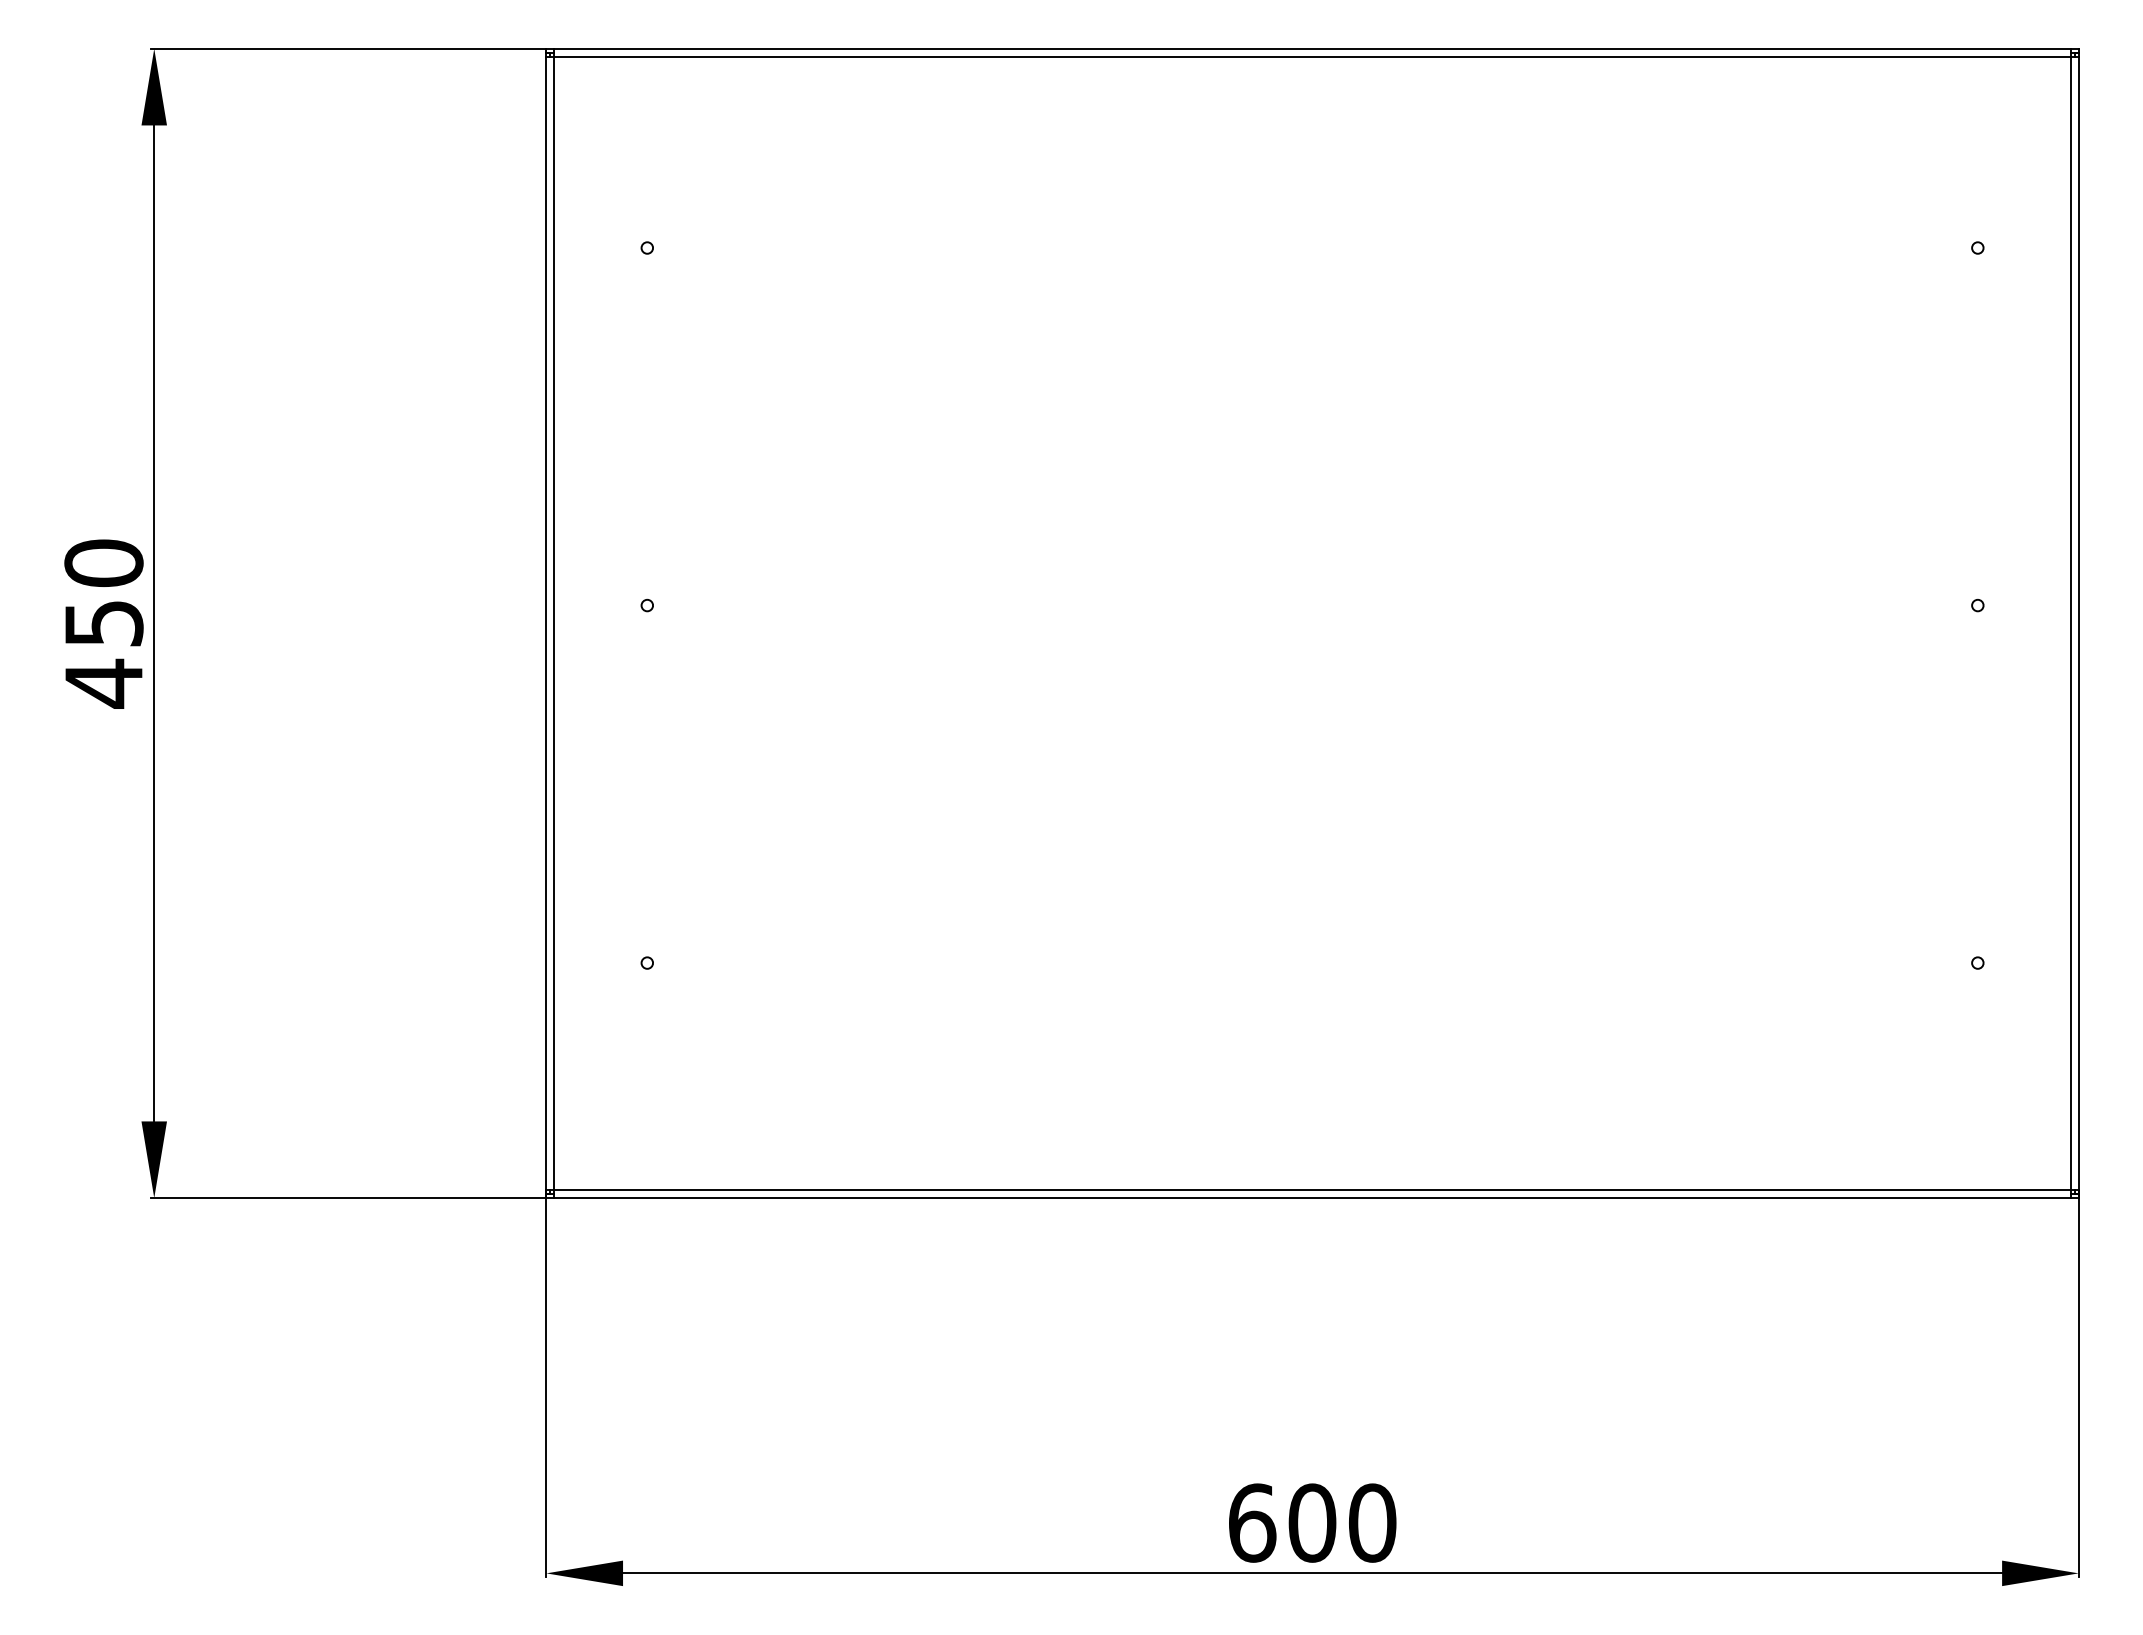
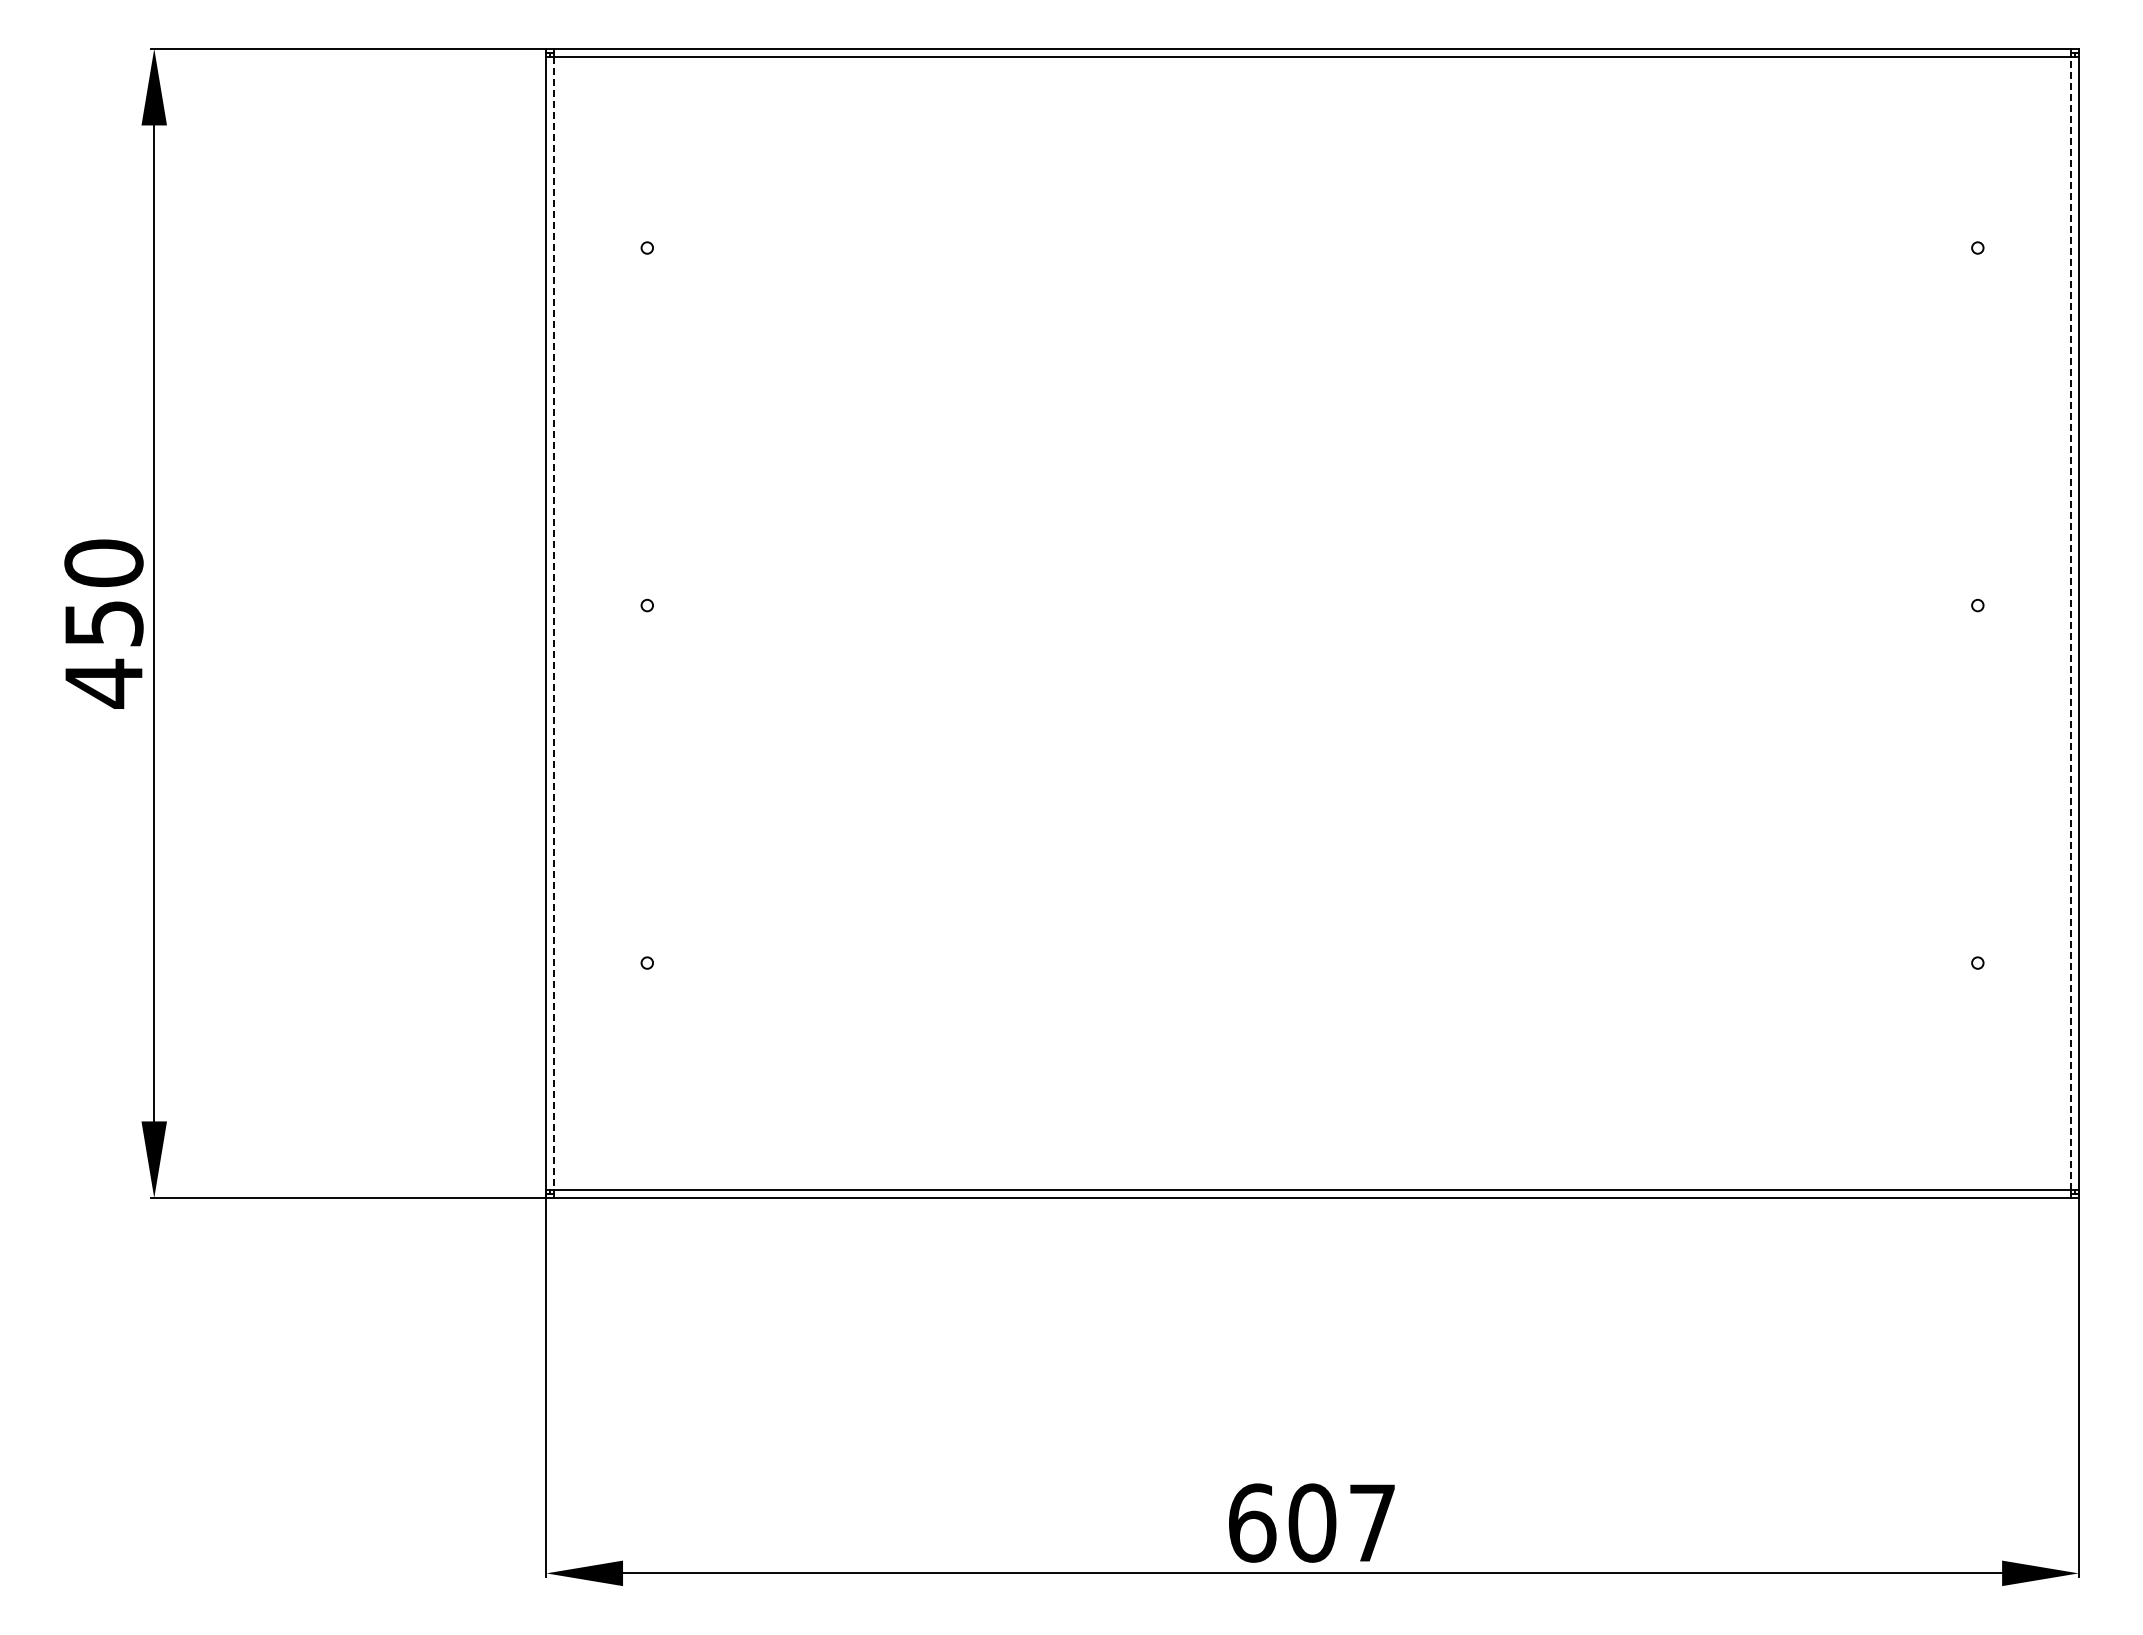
line at (554, 623): solid -> dashed
line at (2071, 623): solid -> dashed
text at (1372, 1522): 600 -> 607
